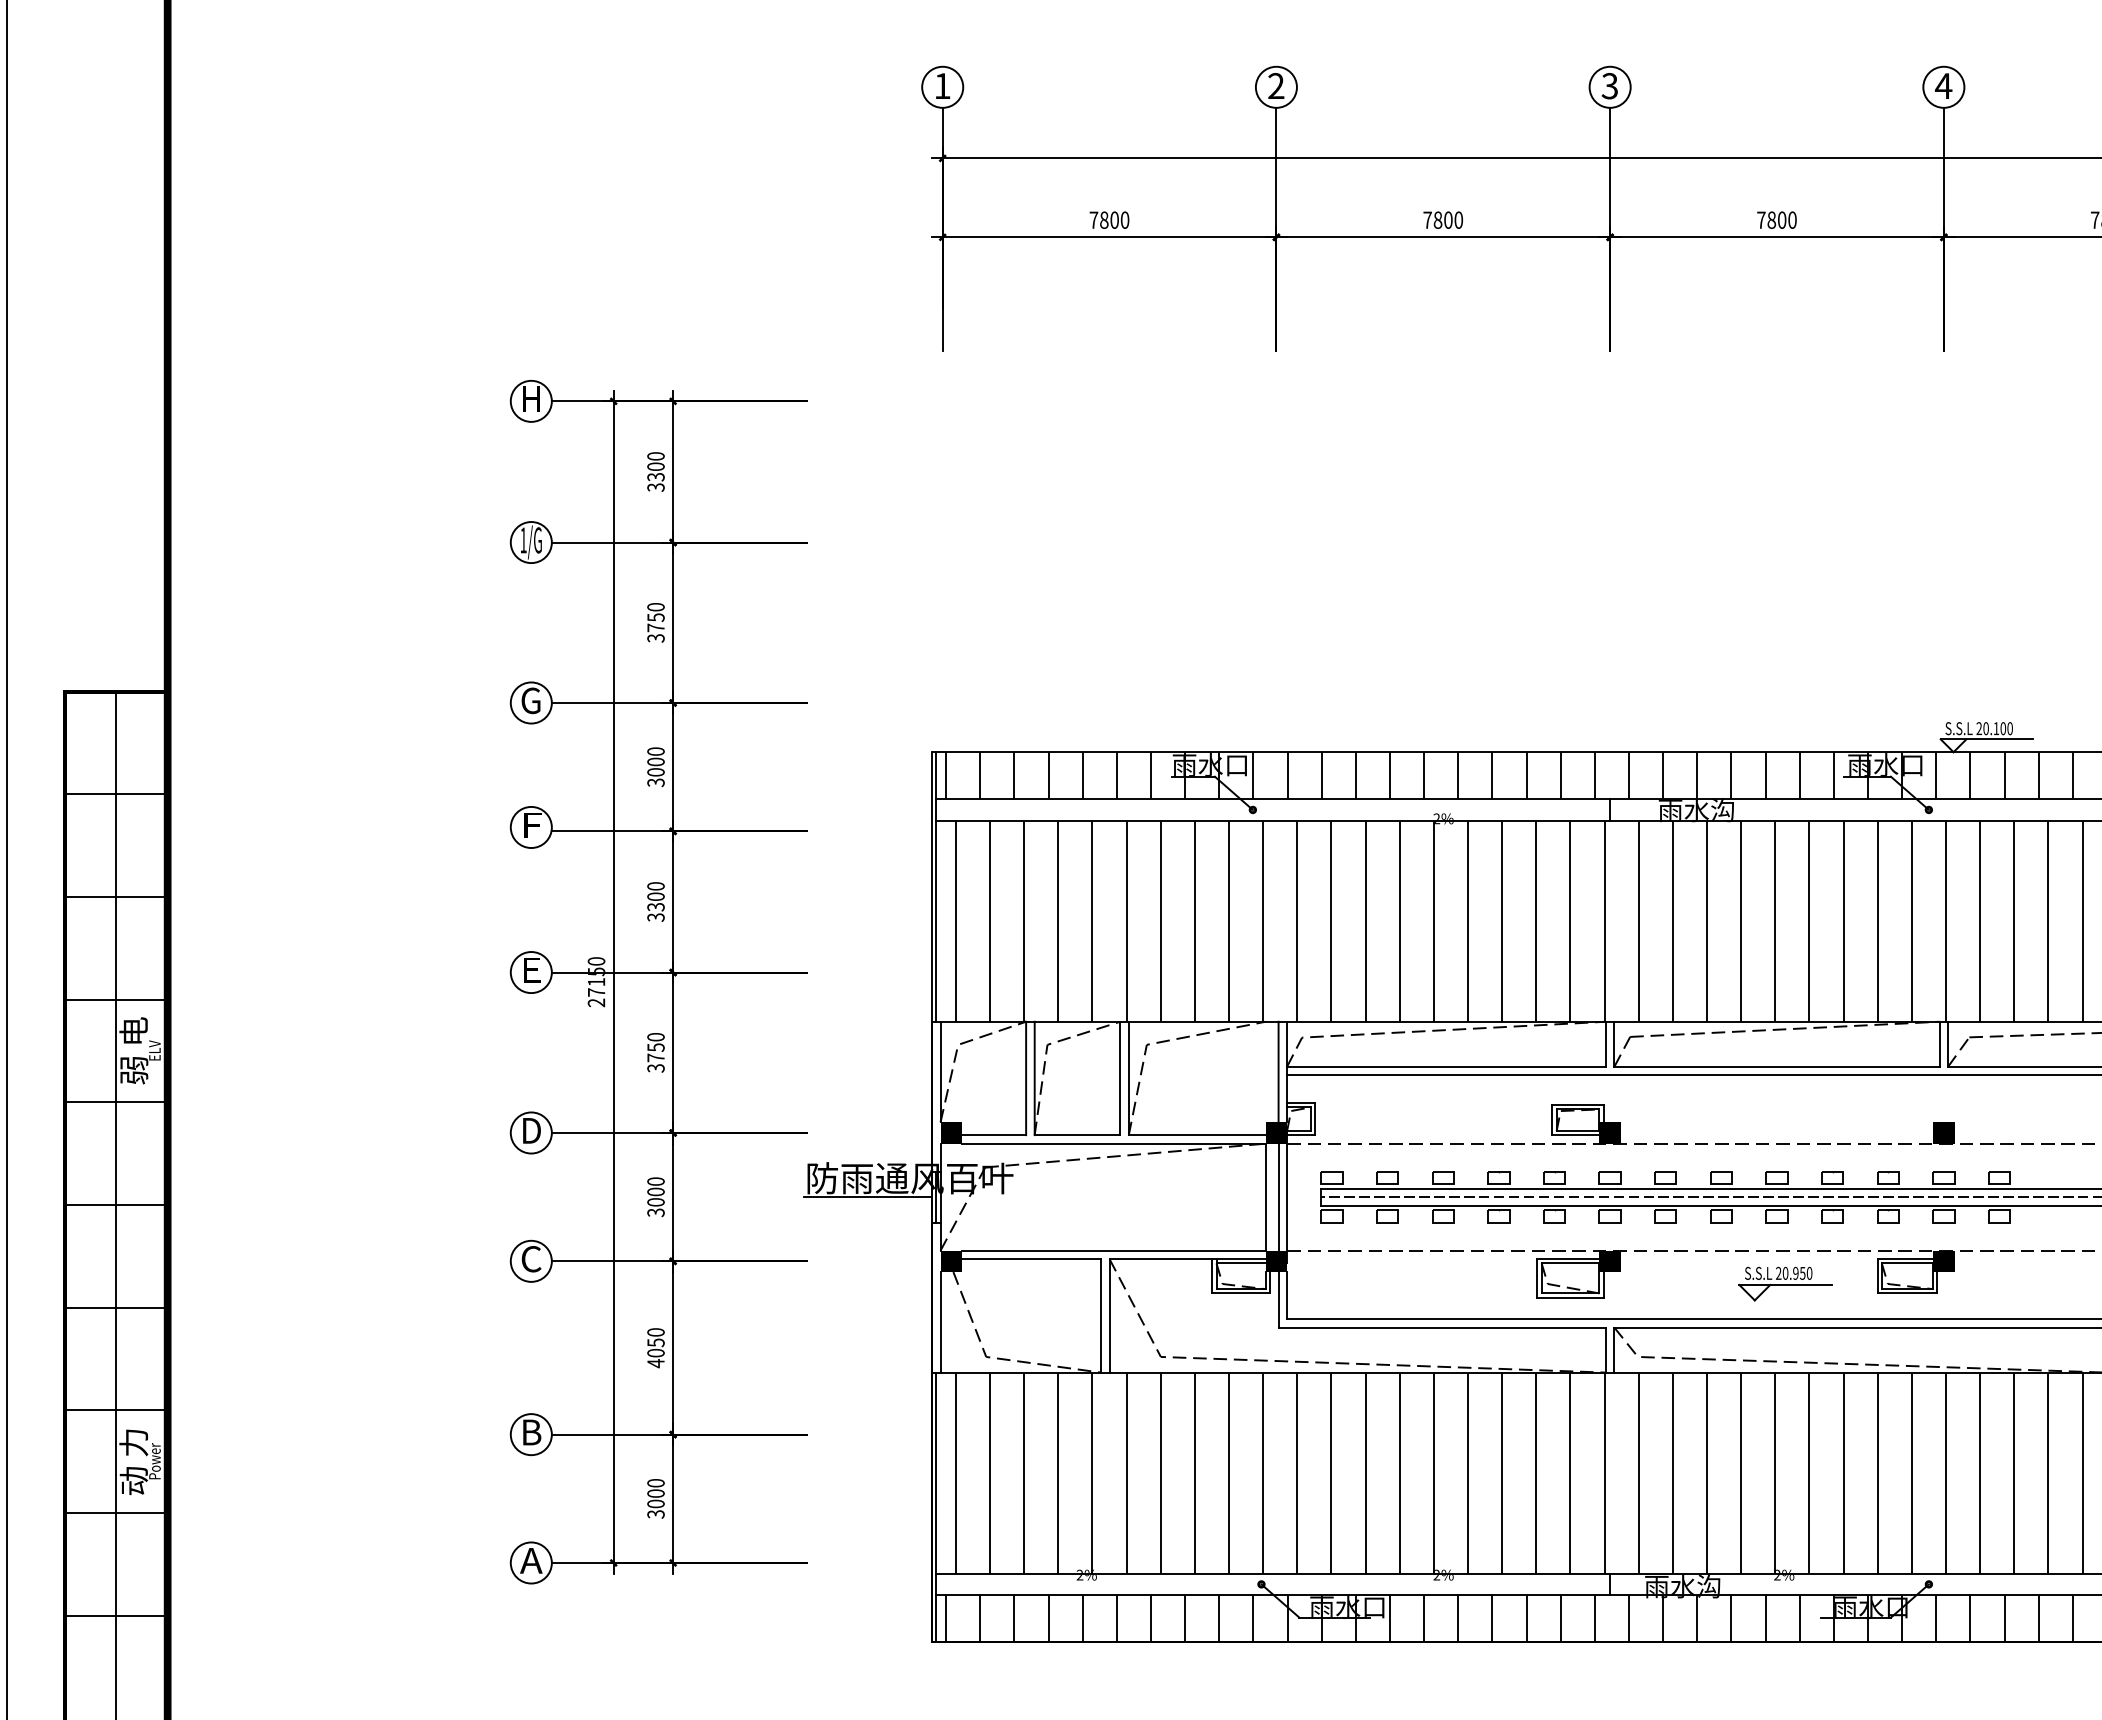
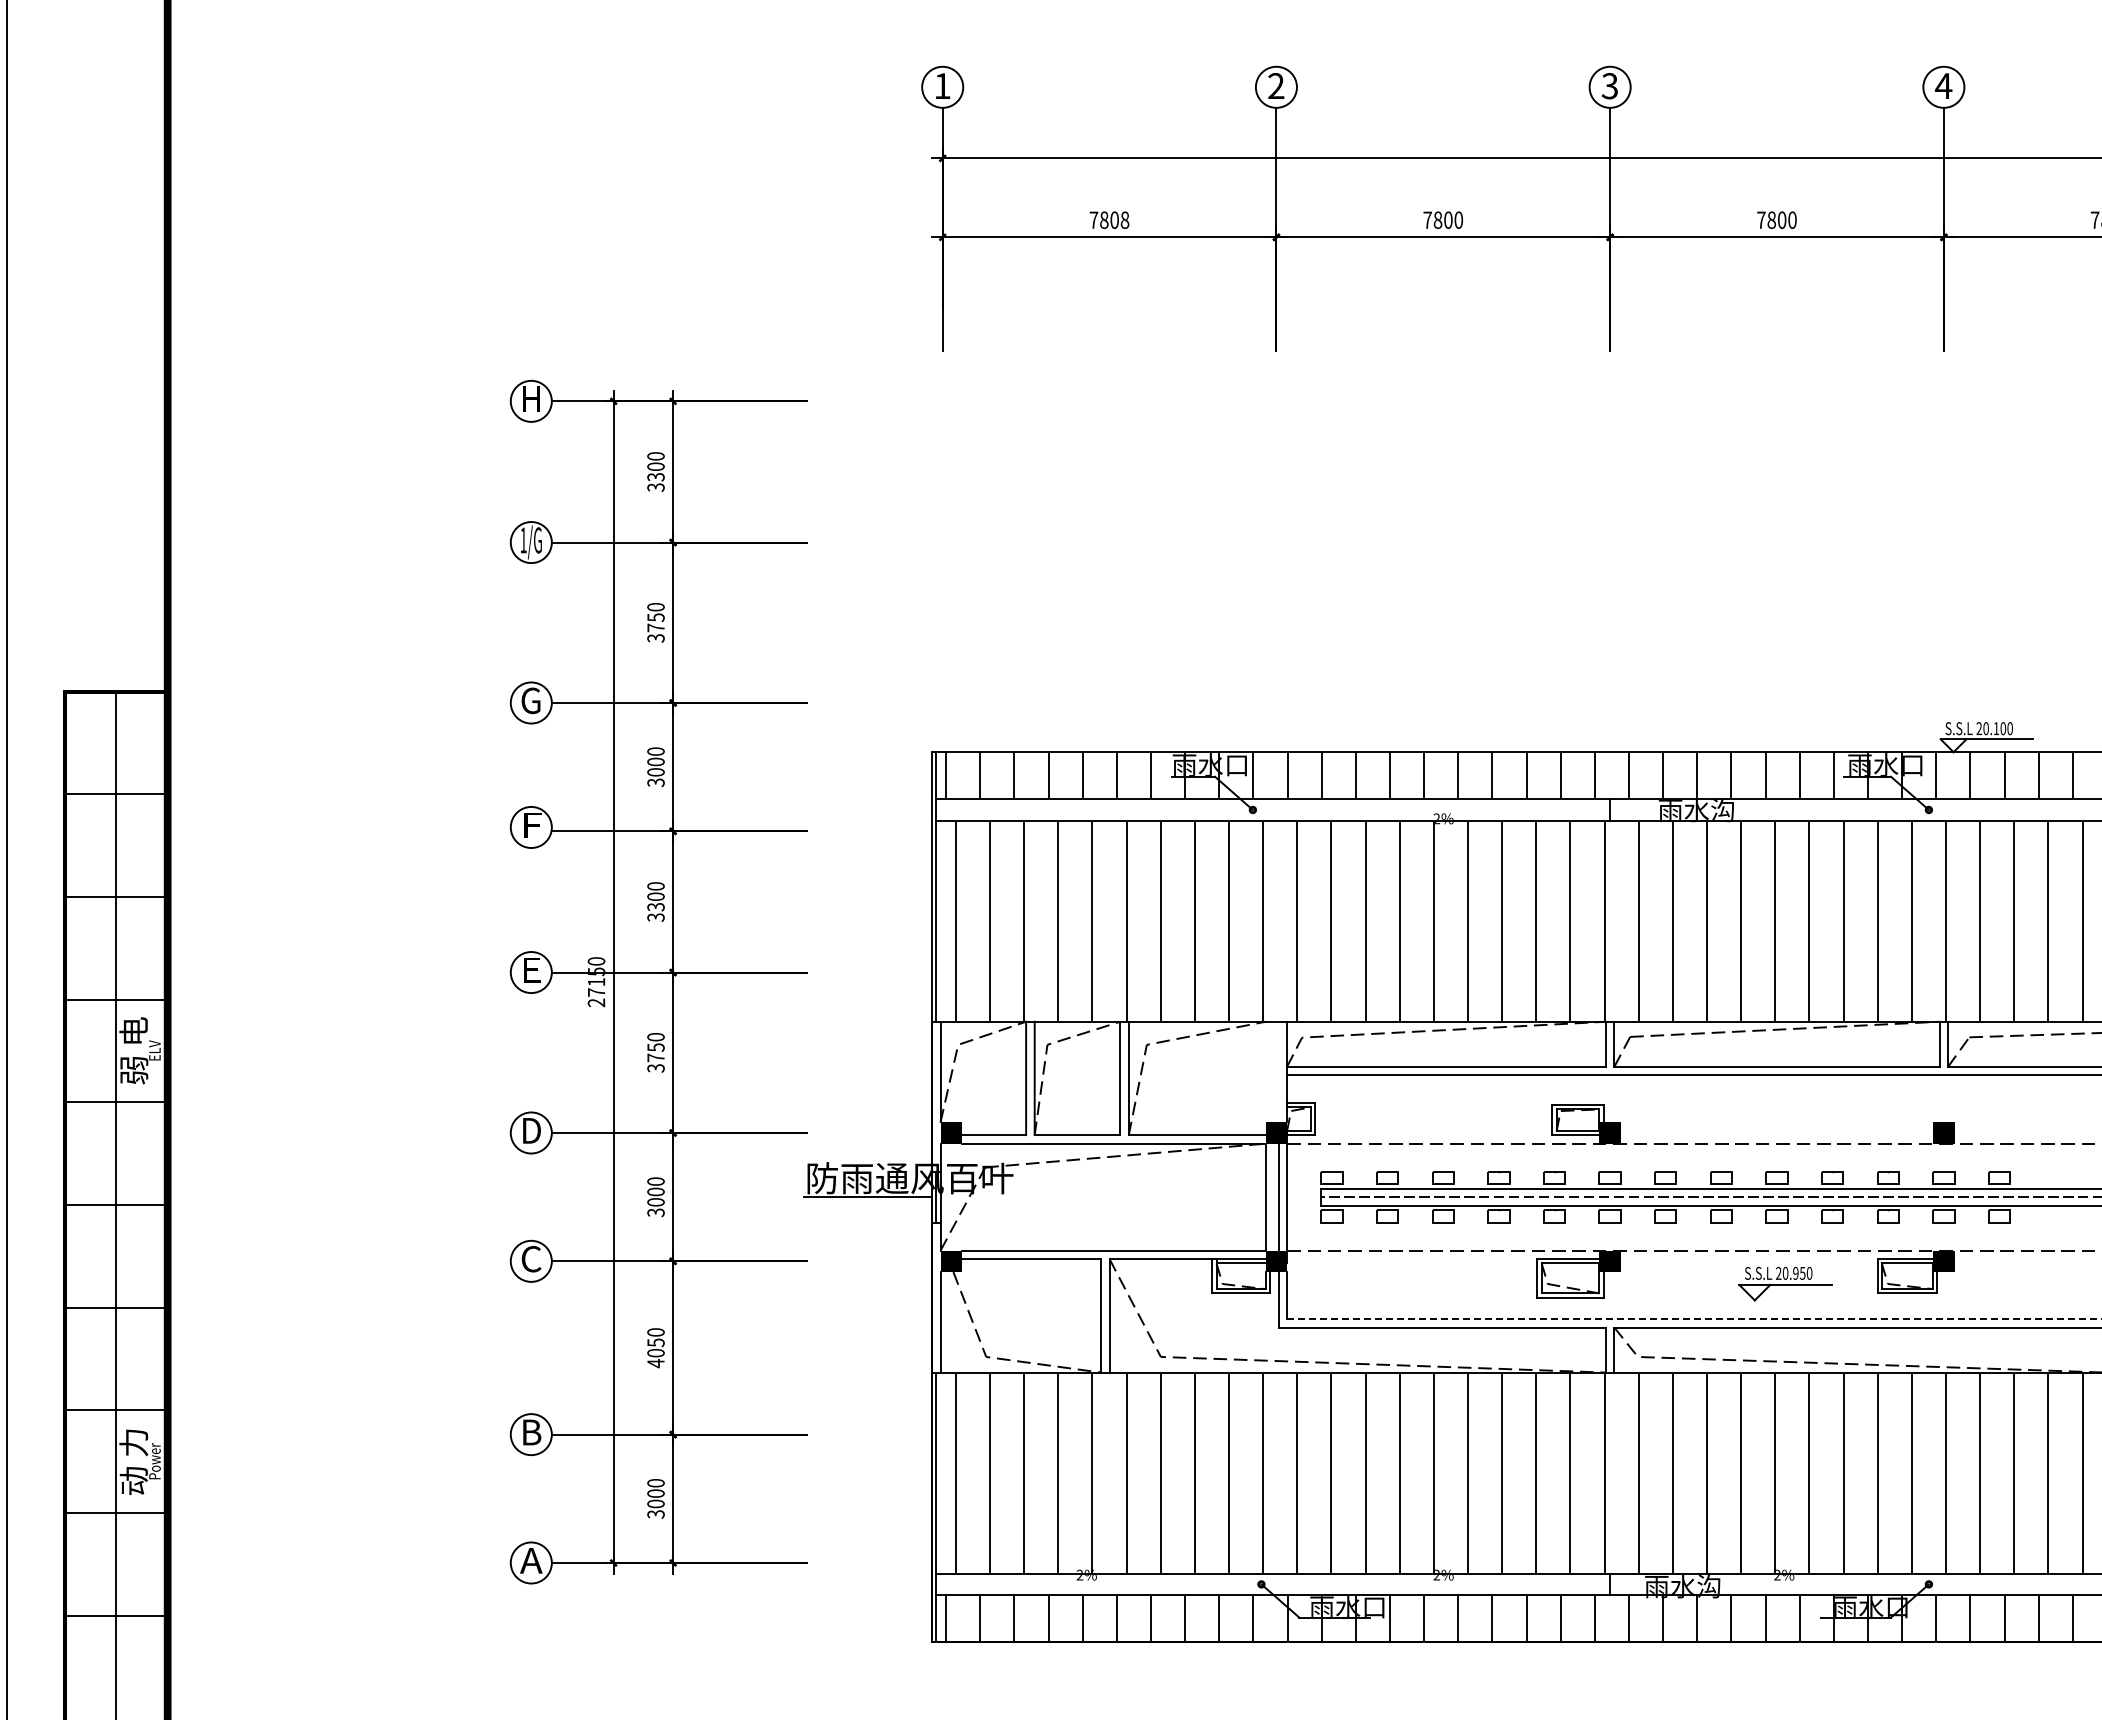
text at (1124, 220): 7800 -> 7808
line at (1278, 1071): present -> none
line at (1694, 1319): solid -> dashed
